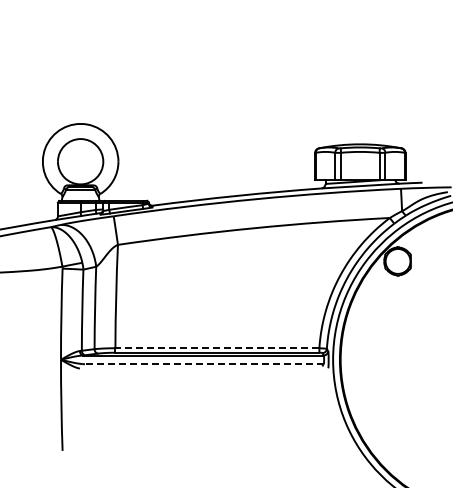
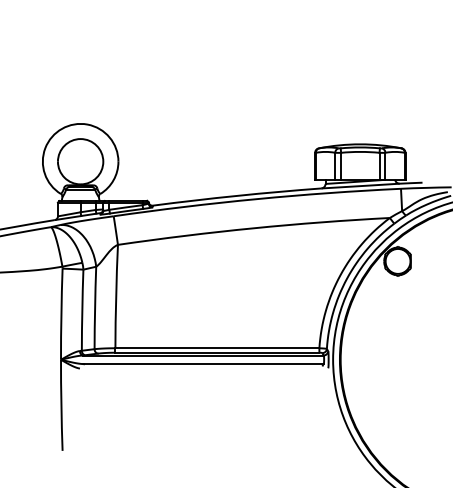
line at (217, 348): dashed -> solid
line at (202, 364): dashed -> solid
